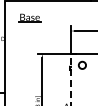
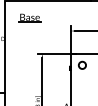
line at (70, 79): dashed -> solid
